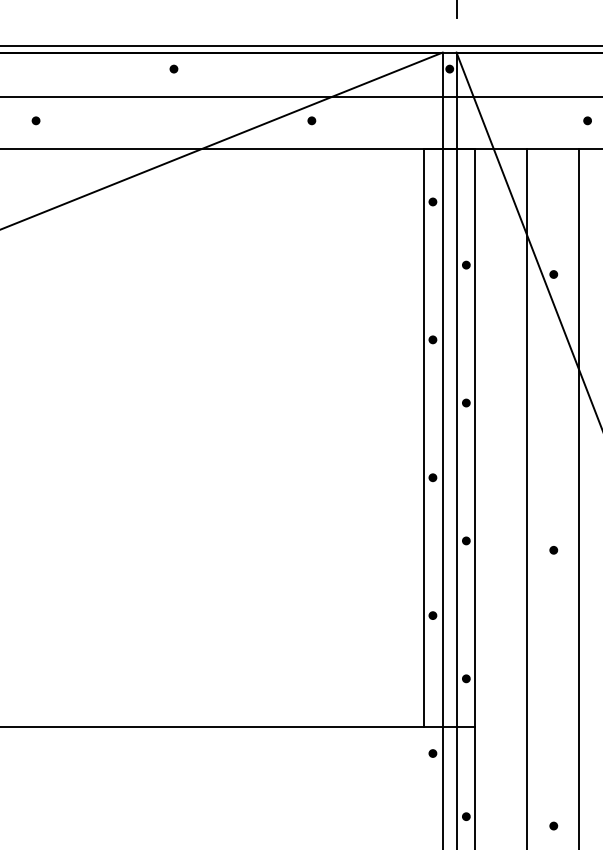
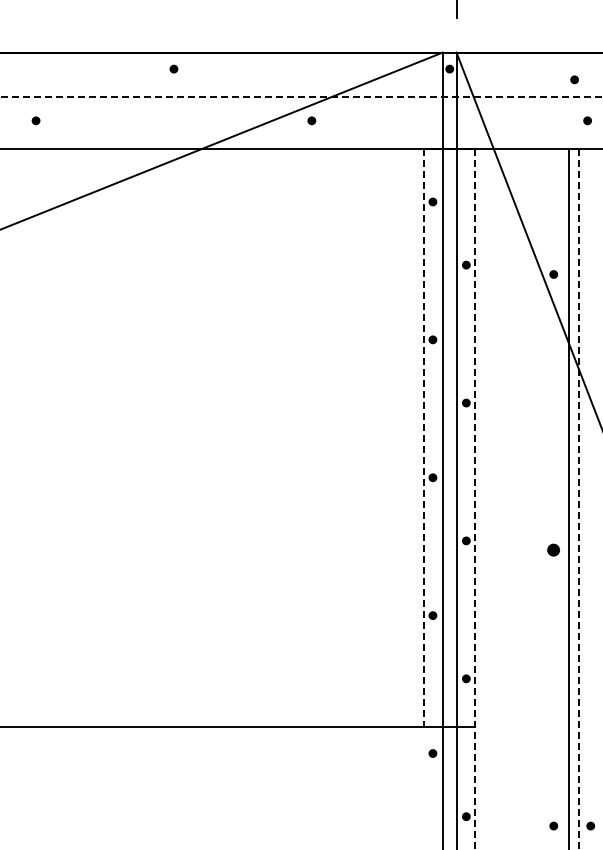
line at (300, 45): present -> none
part at (574, 79): none -> present
line at (301, 97): solid -> dashed
line at (423, 437): solid -> dashed
line at (527, 497) position: (527, 497) -> (569, 497)
line at (475, 499): solid -> dashed
line at (578, 499): solid -> dashed
part at (553, 550) size: 10x9 px -> 13x14 px
part at (590, 825): none -> present
